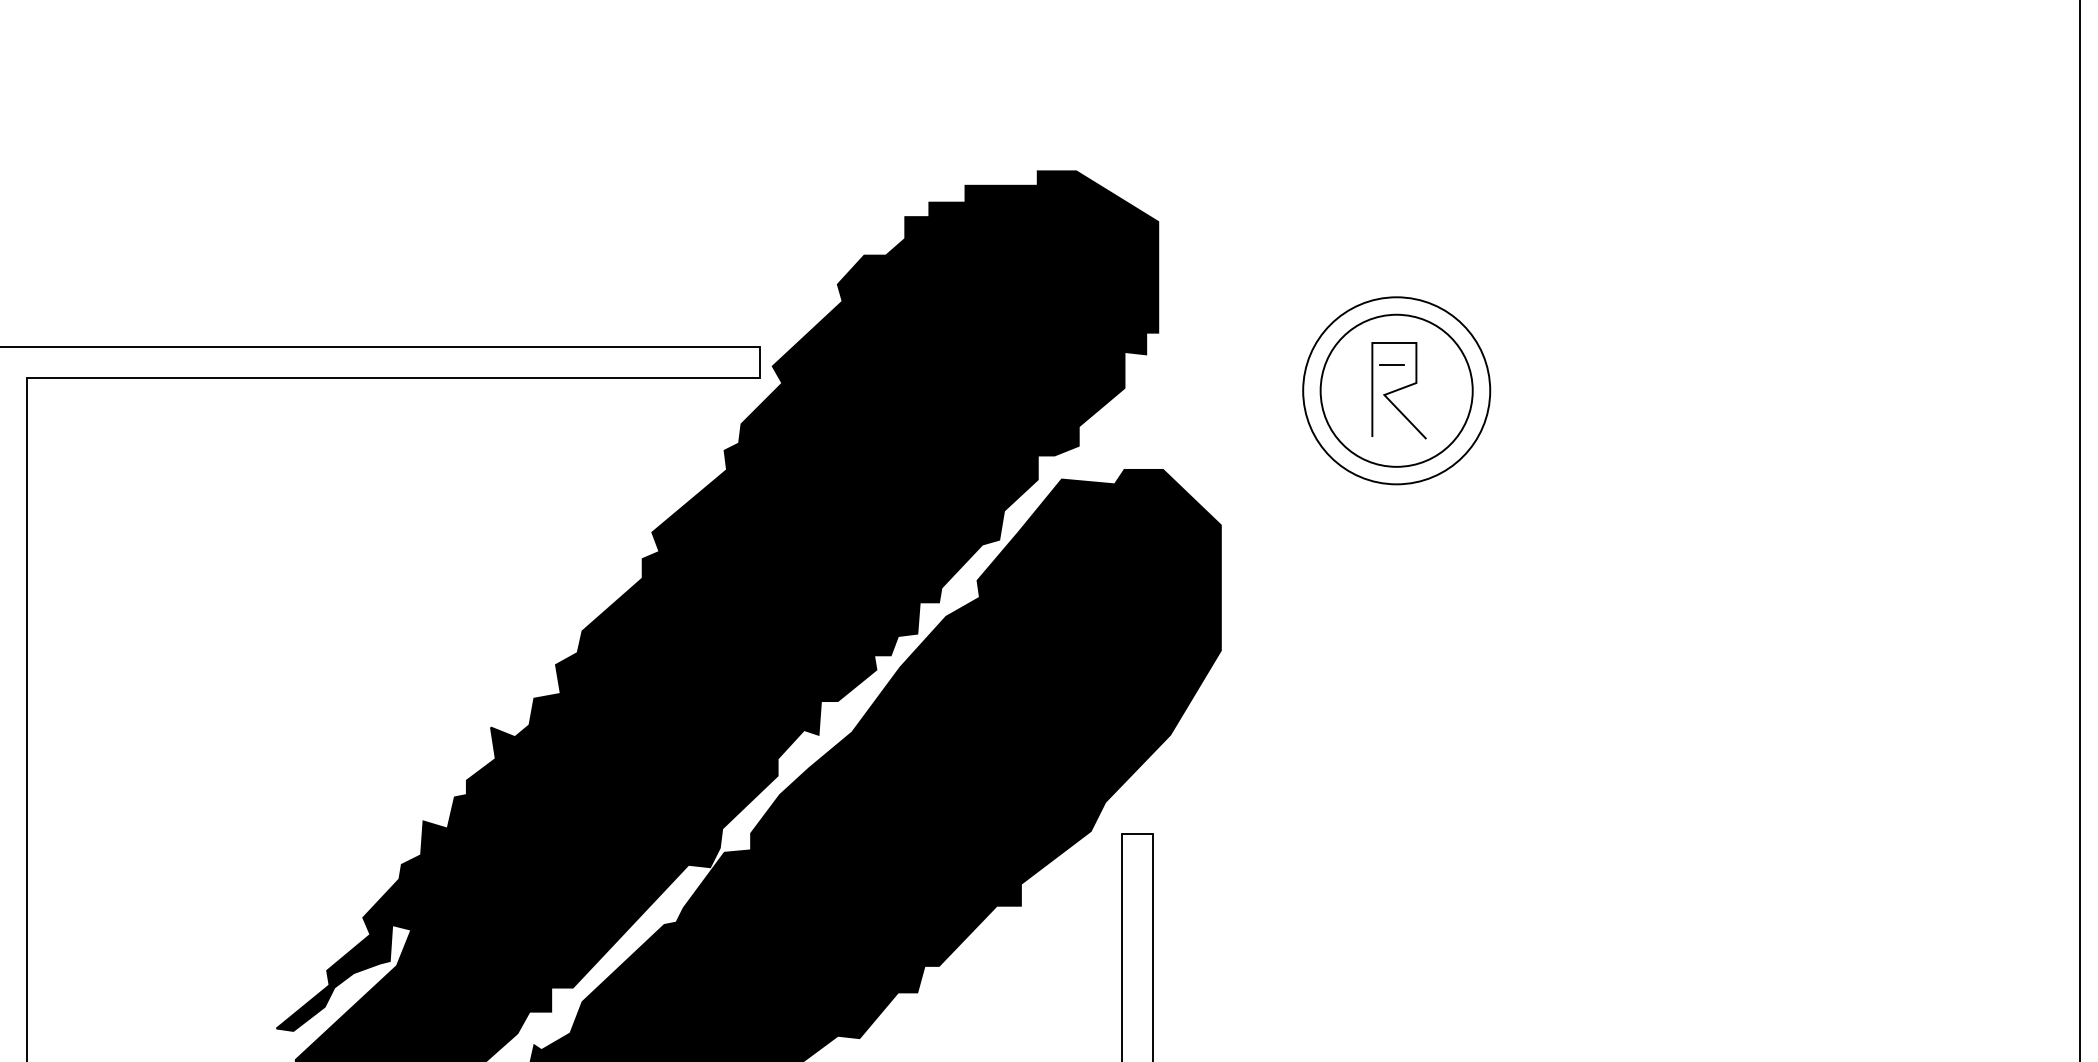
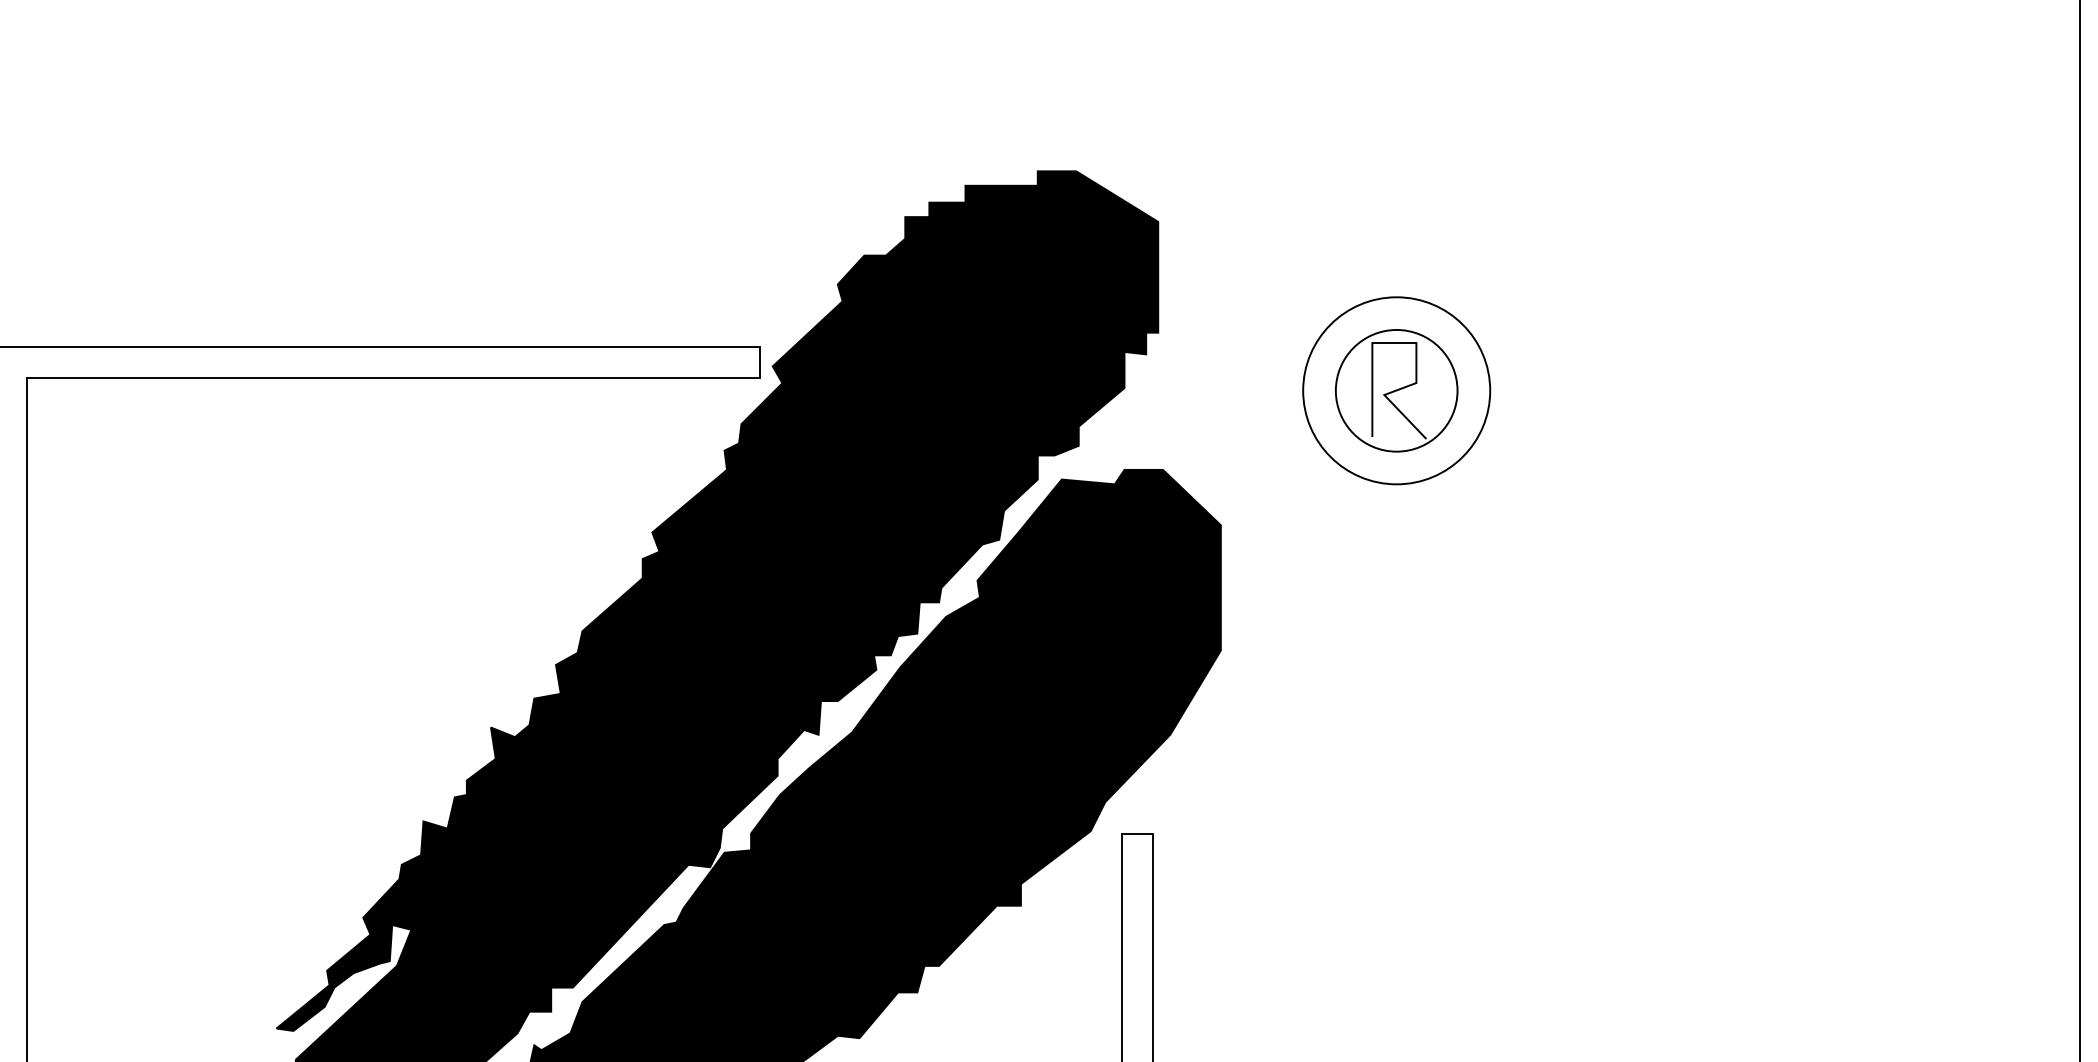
line at (1392, 365): present -> none
circle at (1396, 390) diameter: 152 px -> 122 px
